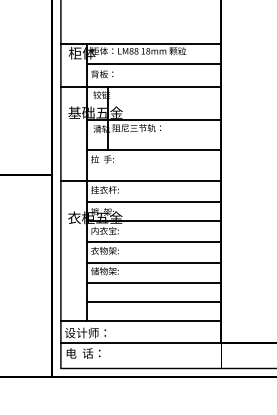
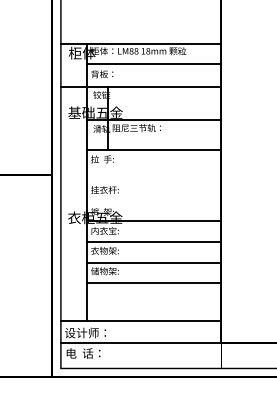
line at (140, 181): present -> none
line at (154, 201): present -> none
line at (154, 302): present -> none
